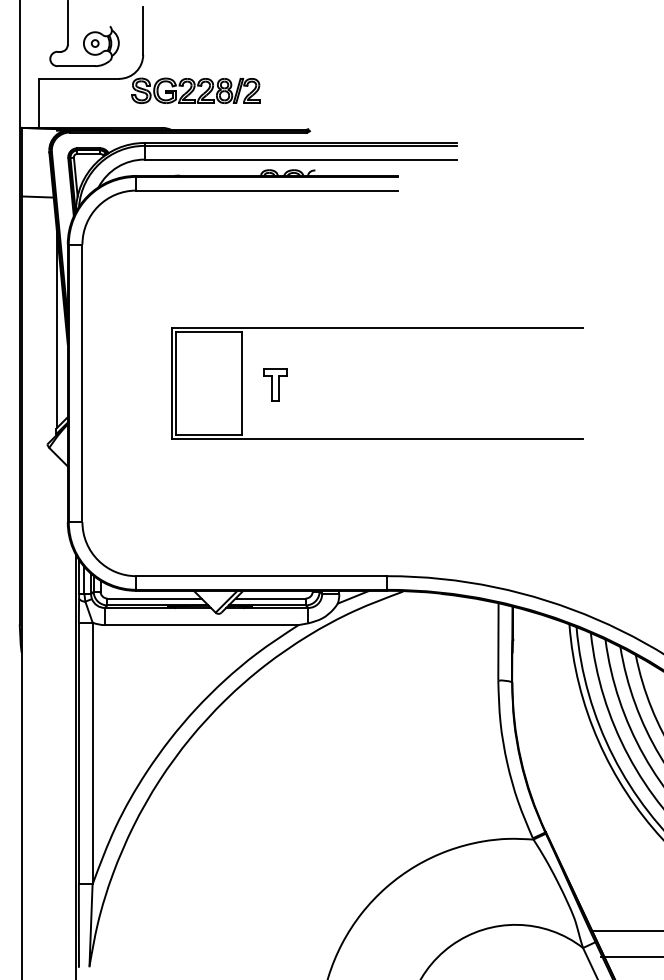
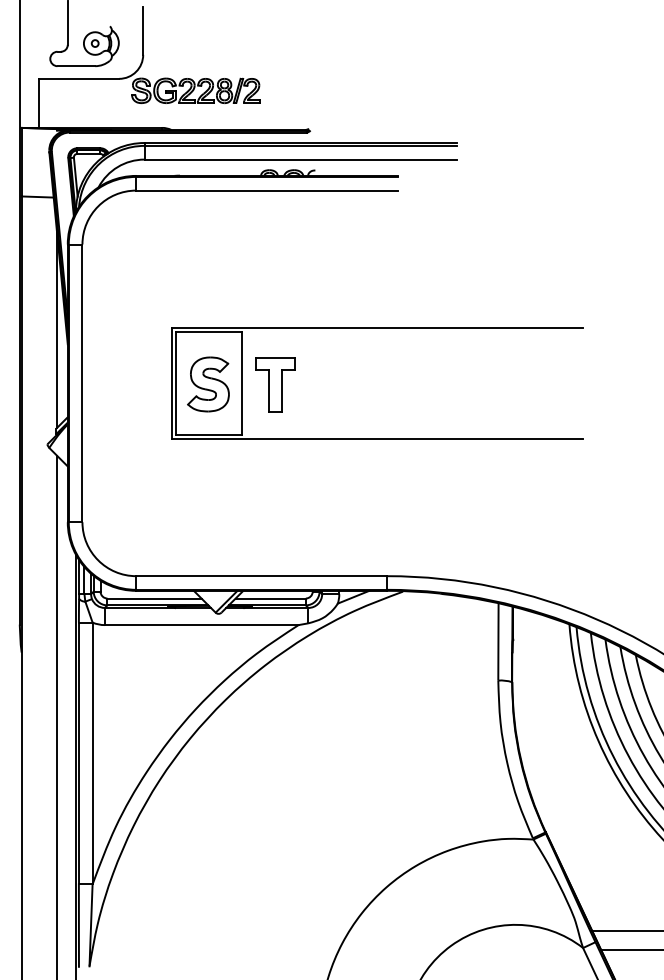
part at (208, 384): none -> present
part at (275, 384) size: 25x34 px -> 41x56 px
line at (56, 715): none -> present
line at (630, 956) position: (630, 956) -> (630, 949)
